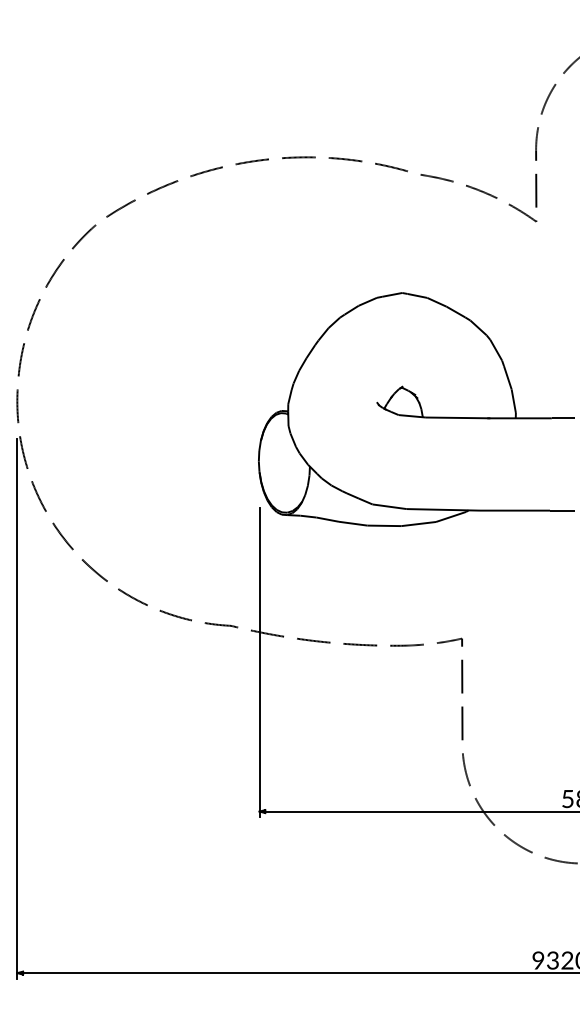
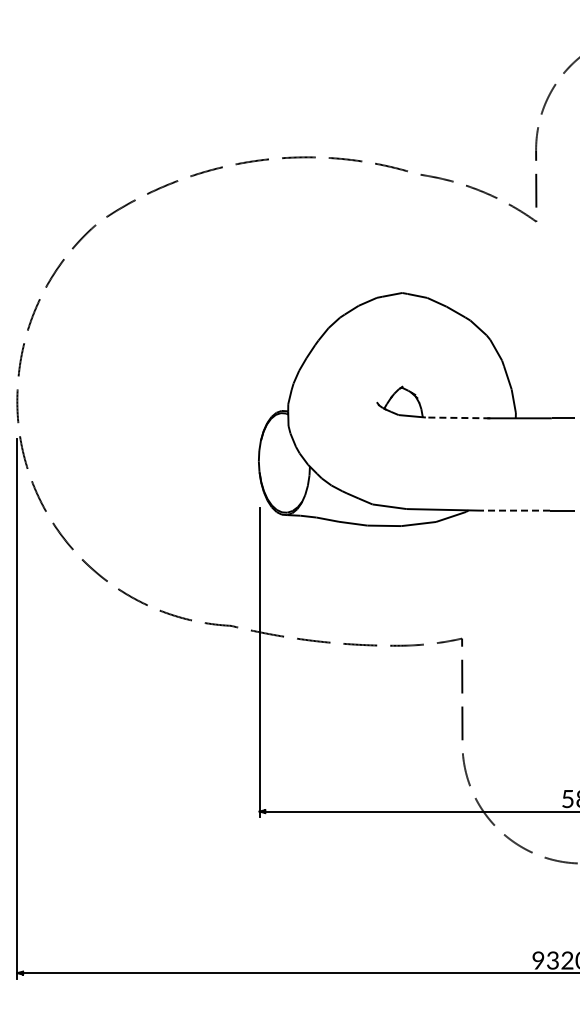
line at (457, 417): solid -> dashed
line at (514, 510): solid -> dashed
